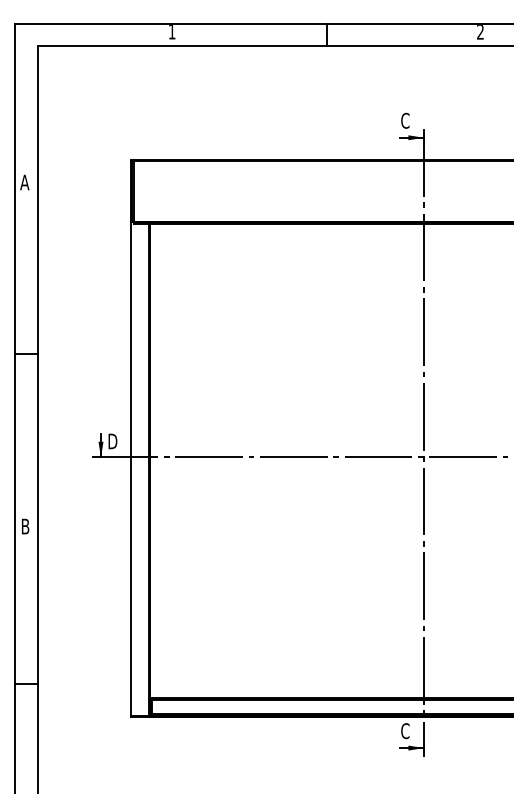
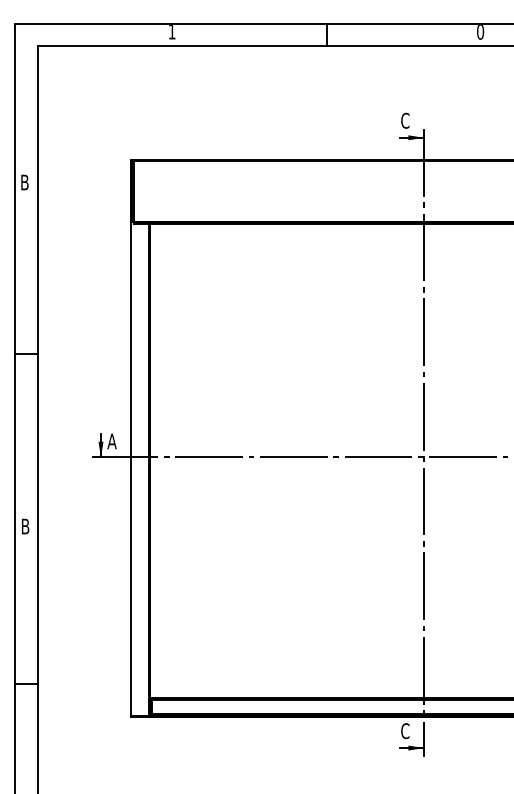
text at (480, 32): 2 -> 0
text at (24, 182): A -> B
text at (112, 441): D -> A
